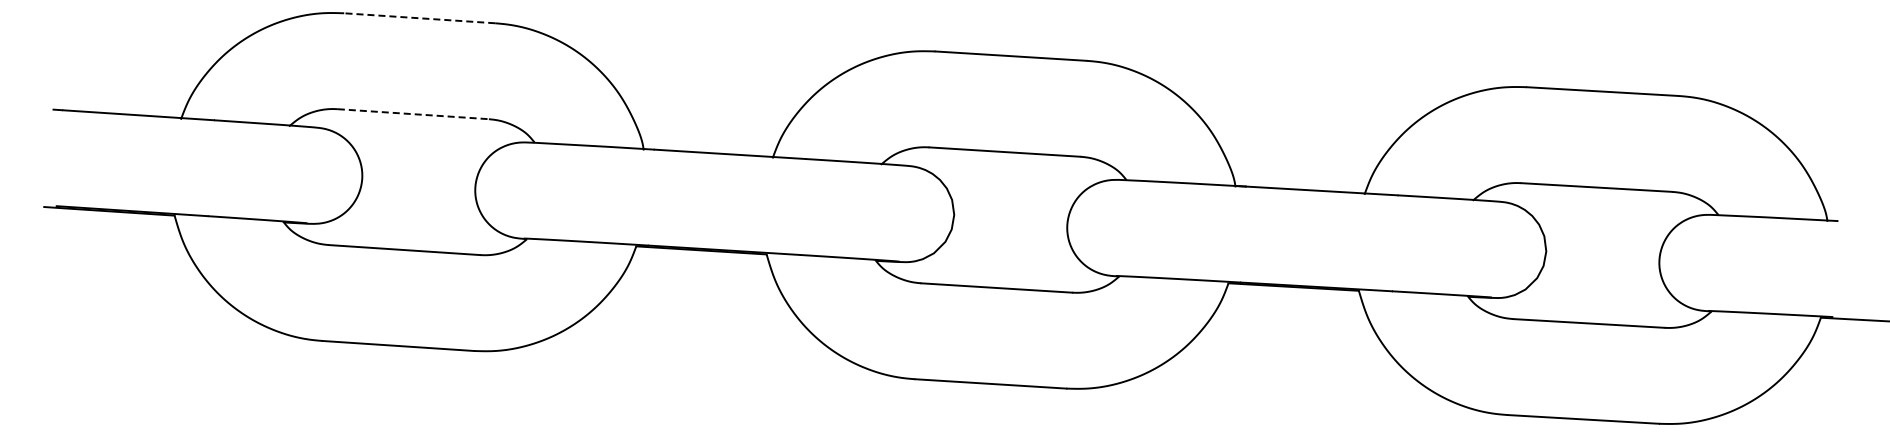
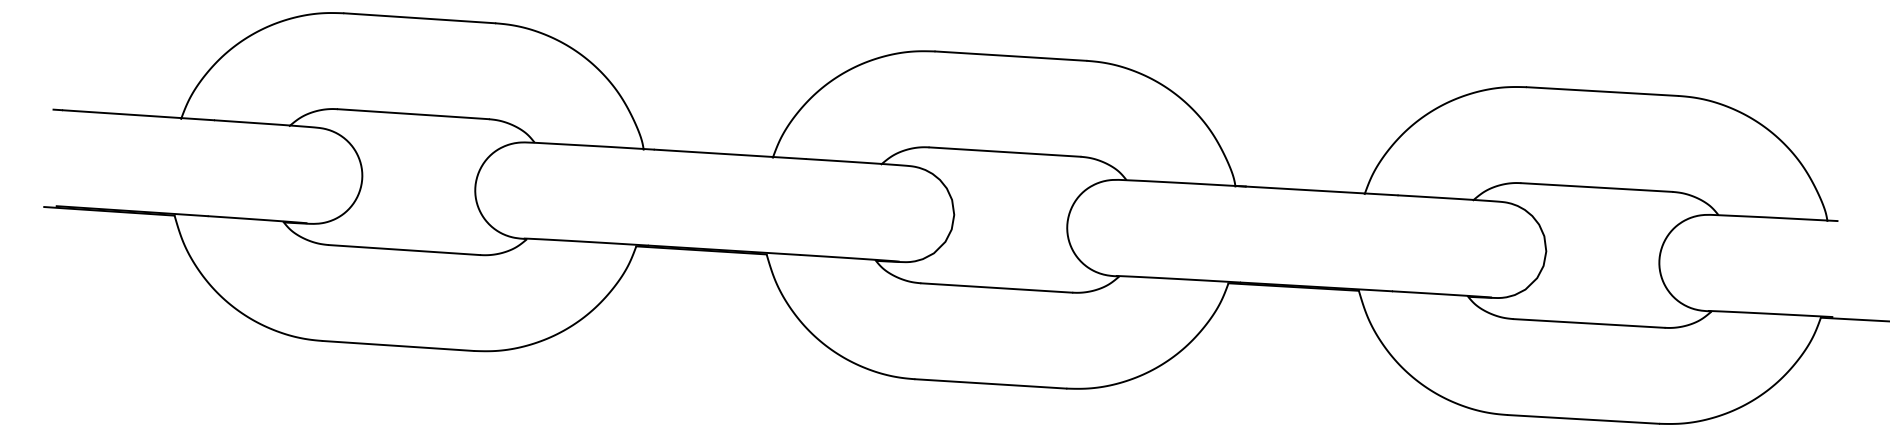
line at (419, 18): dashed -> solid
line at (413, 114): dashed -> solid
